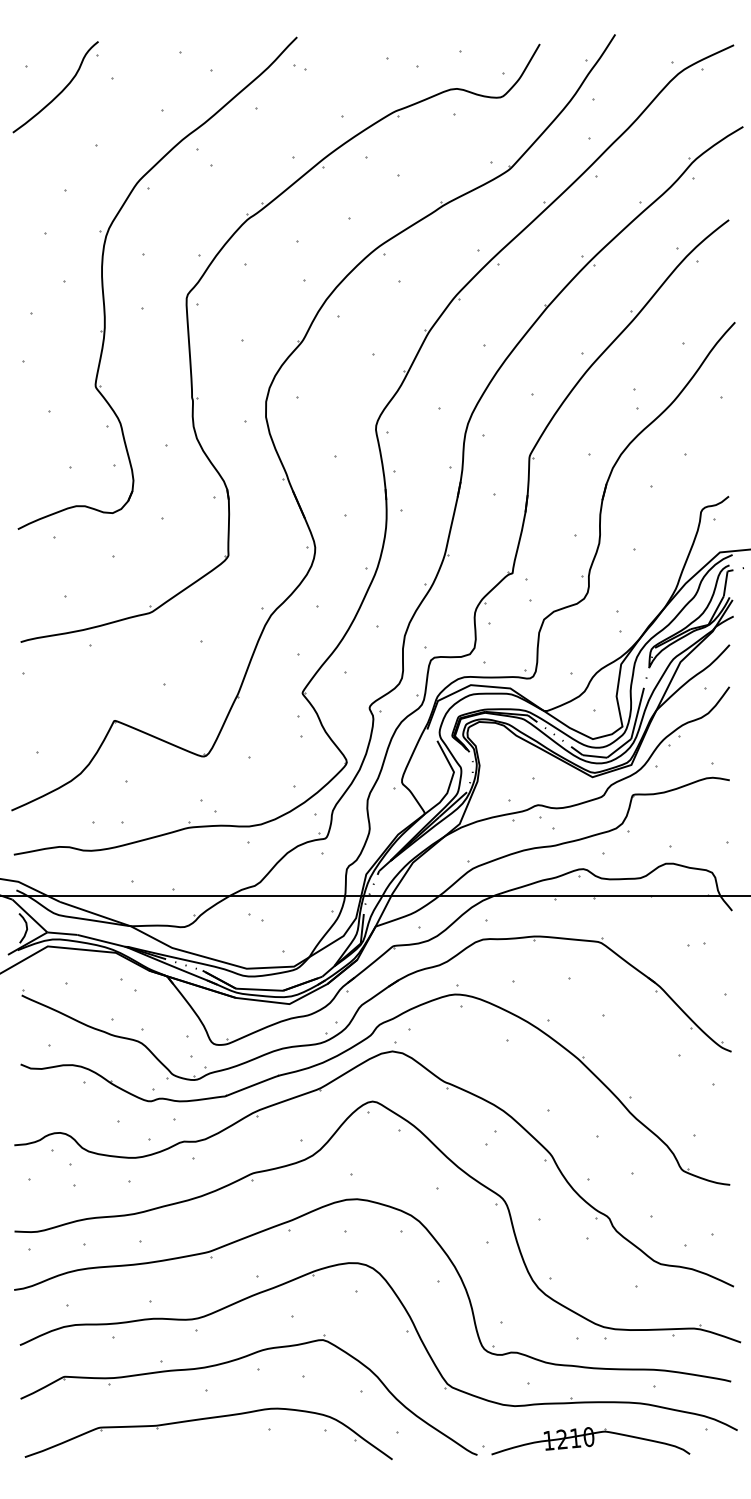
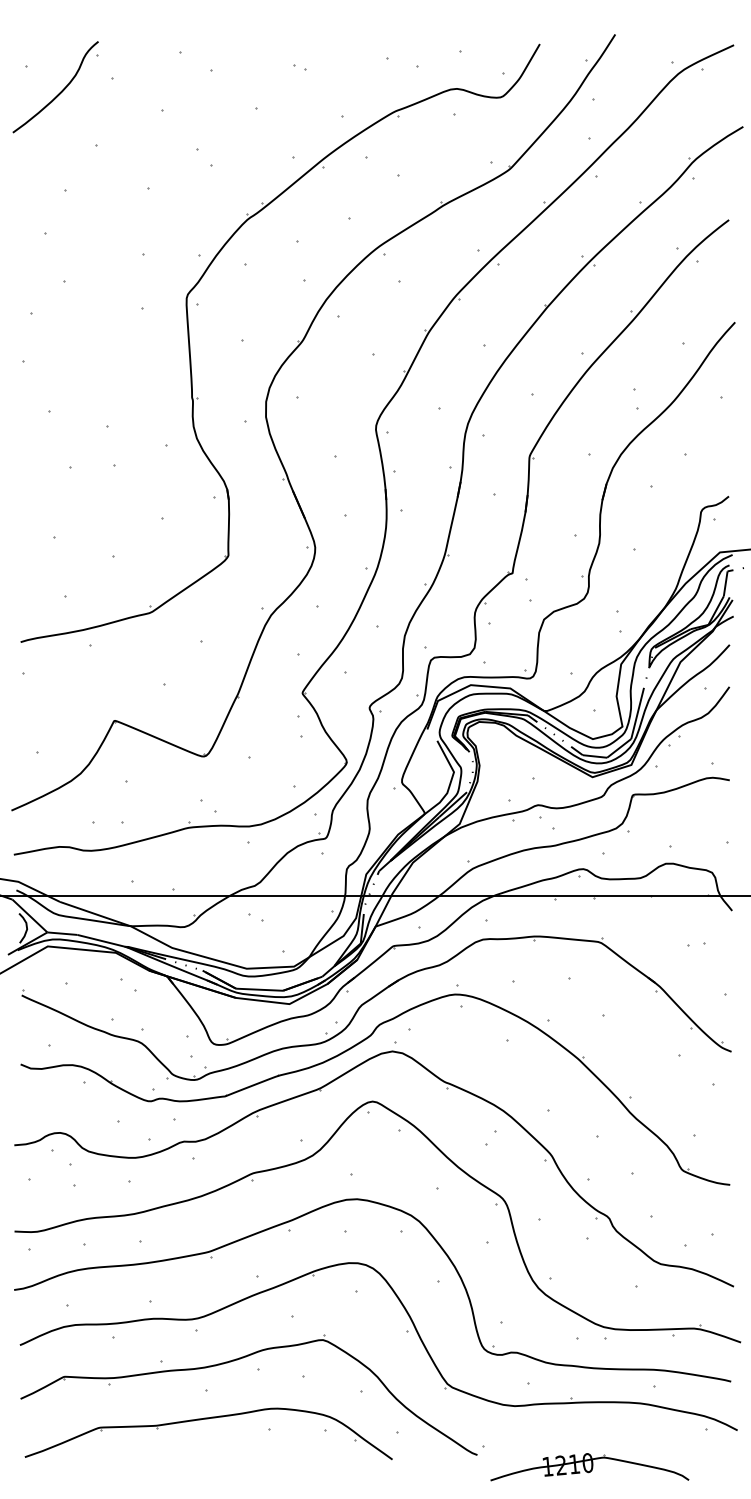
part at (103, 282): present -> none
part at (590, 1441) position: (590, 1441) -> (589, 1467)
